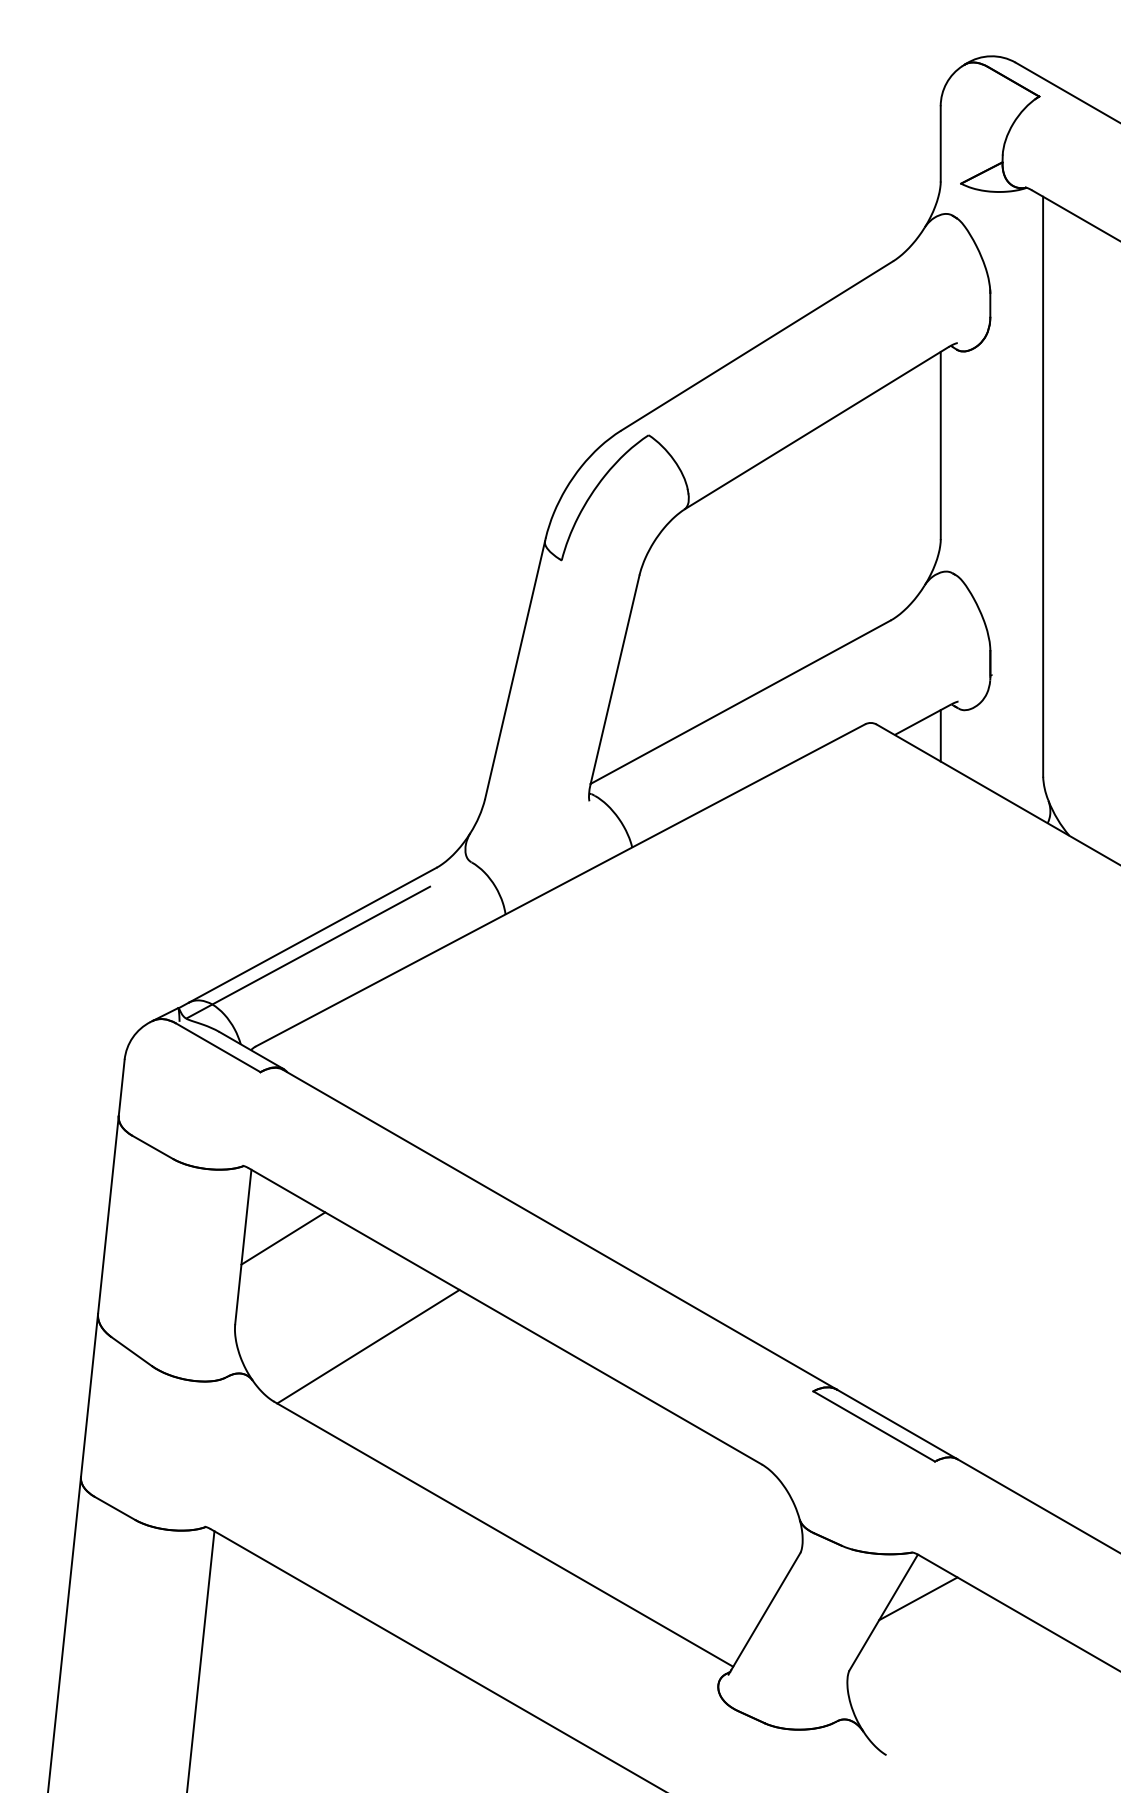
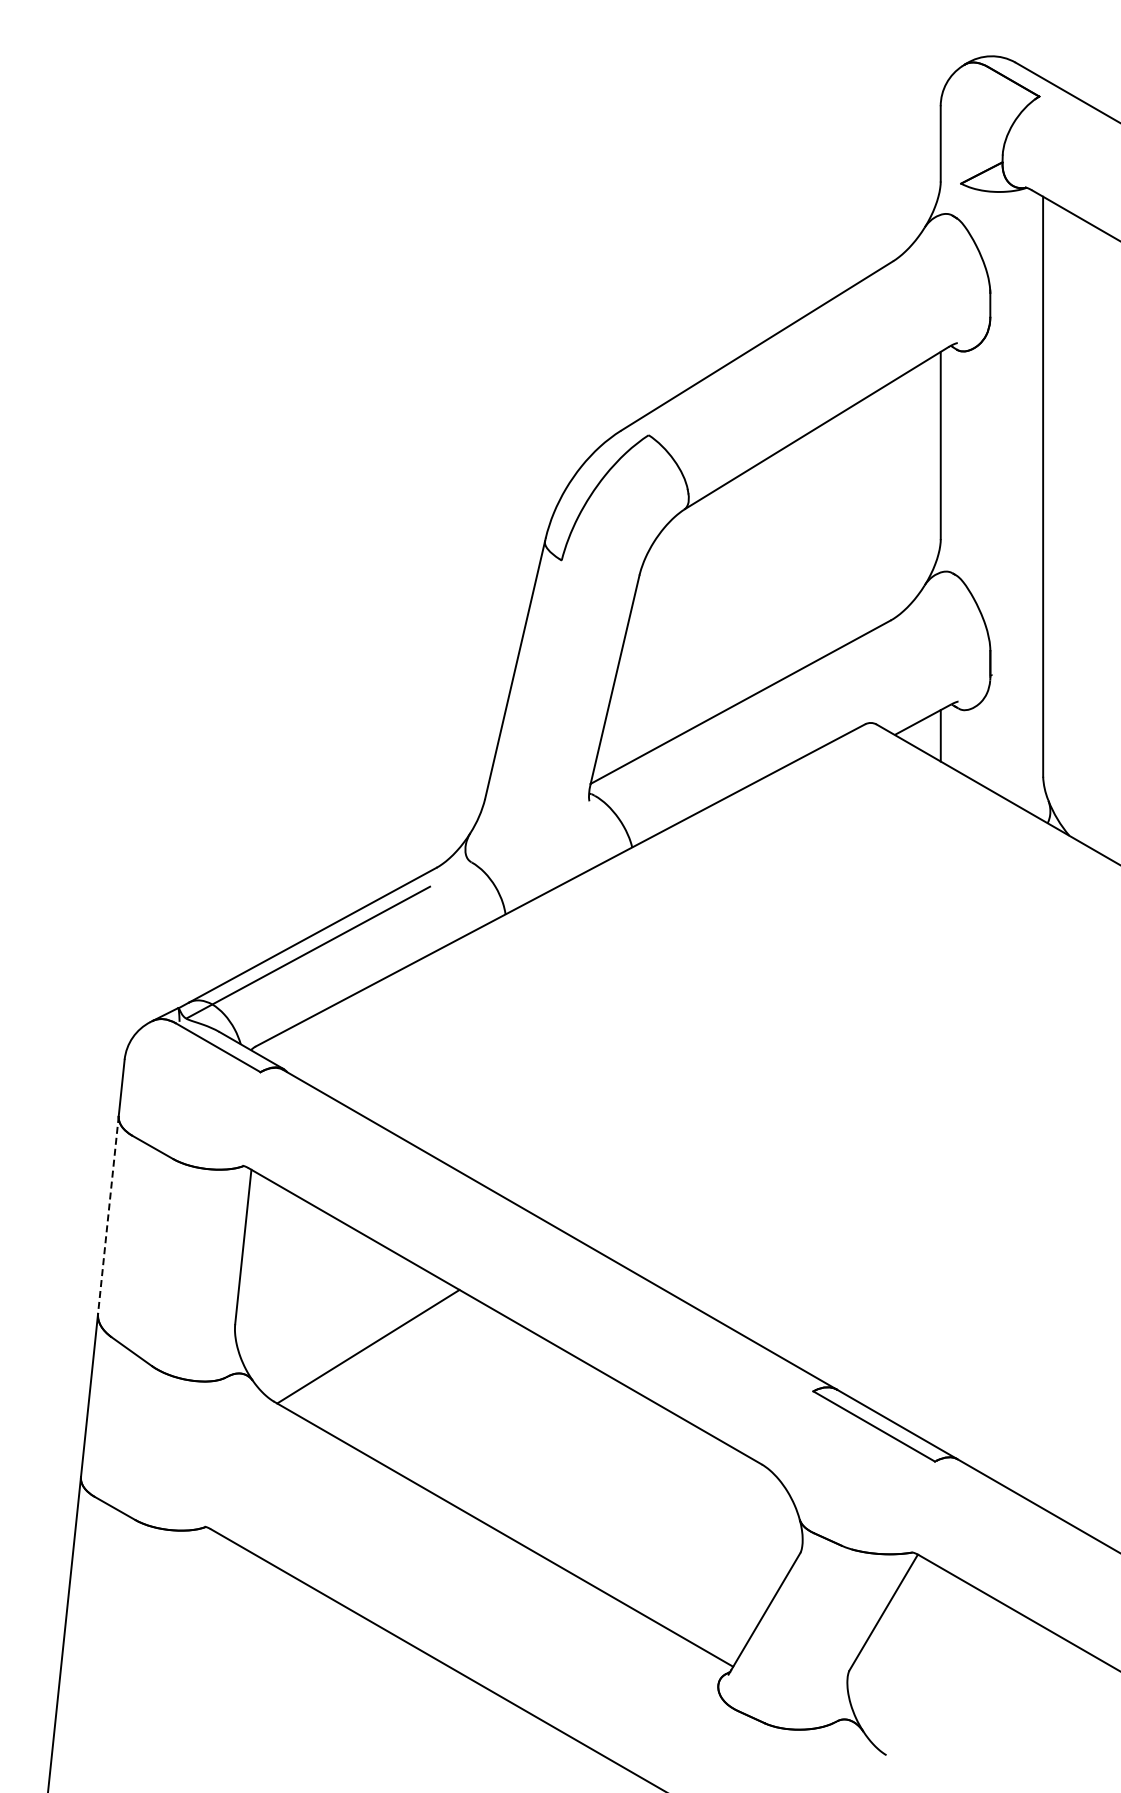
line at (108, 1215): solid -> dashed
line at (283, 1238): present -> none
line at (918, 1598): present -> none
line at (200, 1660): present -> none
